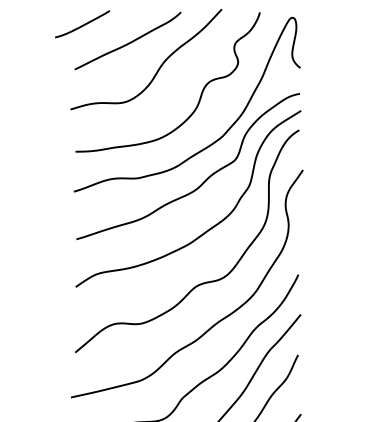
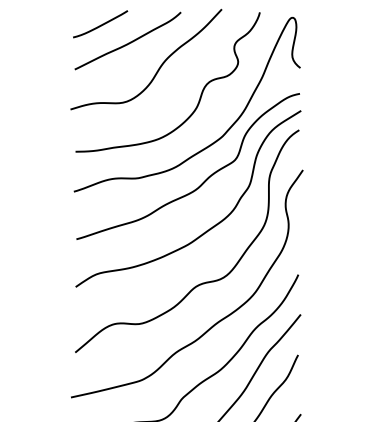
curve at (82, 24) position: (82, 24) -> (100, 24)
